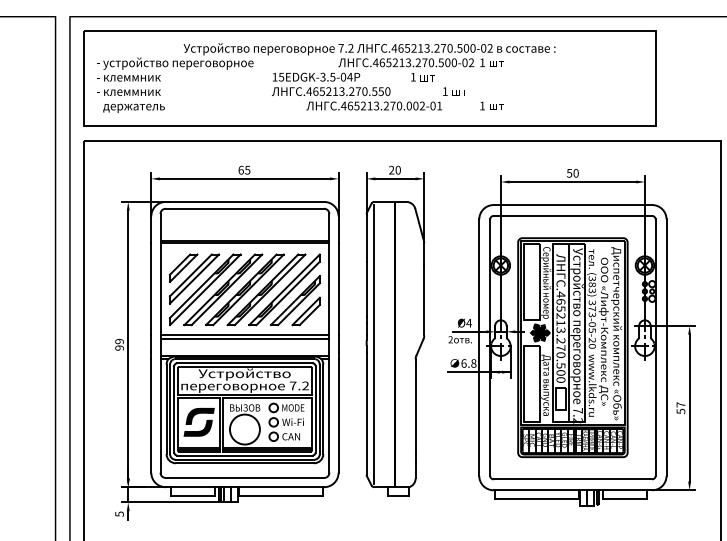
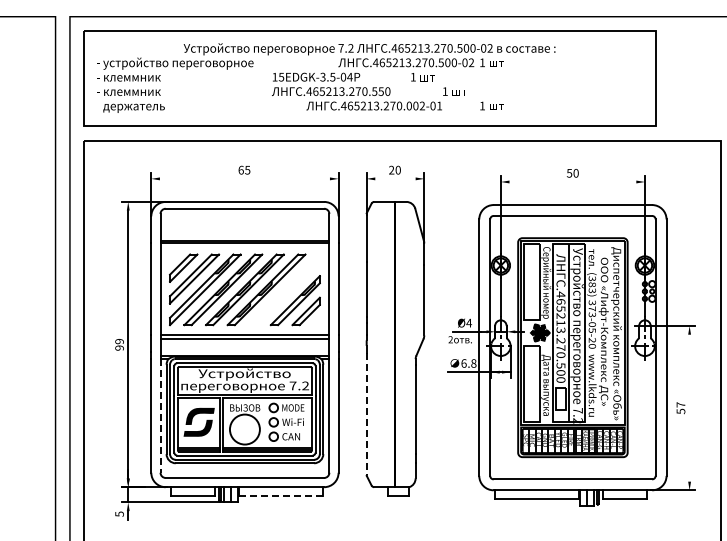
line at (244, 178): present -> none
line at (395, 178): present -> none
line at (572, 181): present -> none
part at (284, 289): present -> none
line at (373, 344): present -> none
line at (689, 407): present -> none
line at (366, 414): solid -> dashed
line at (160, 416): solid -> dashed
line at (280, 495): solid -> dashed
